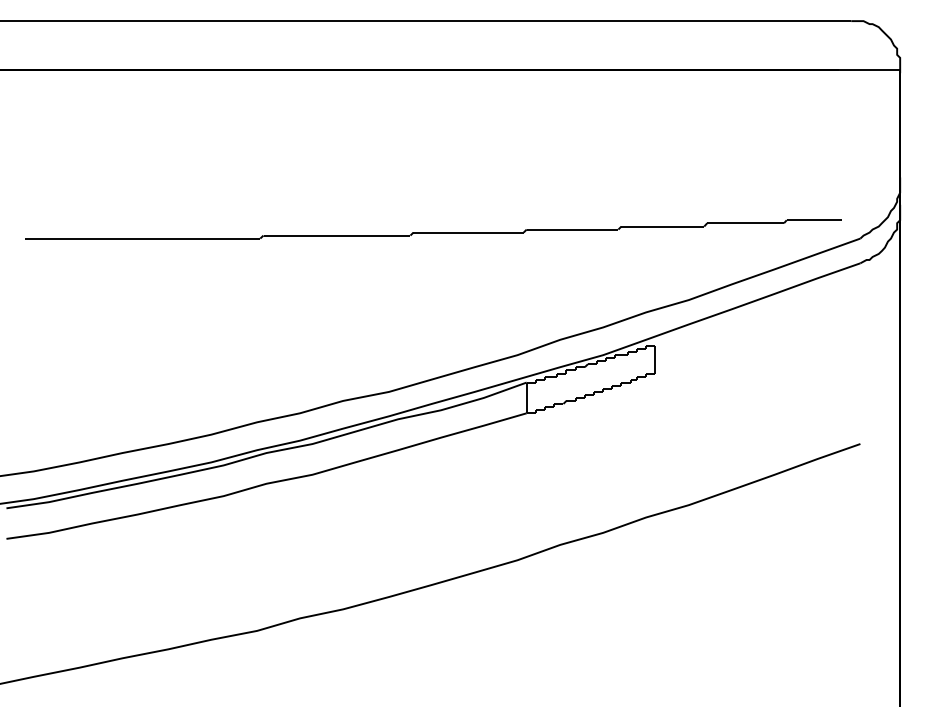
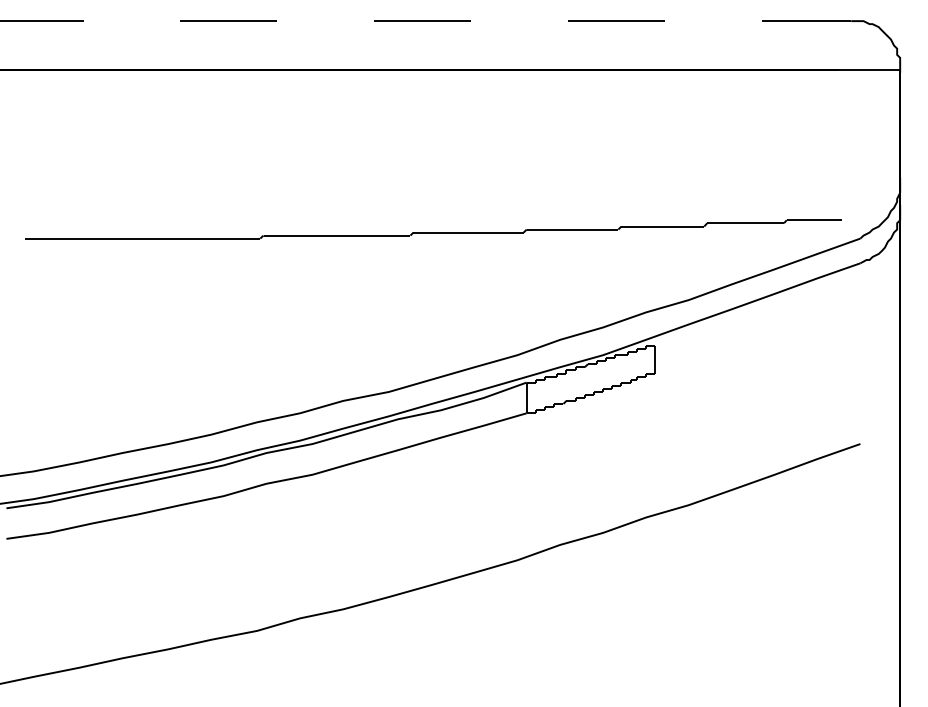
line at (426, 21): solid -> dashed
